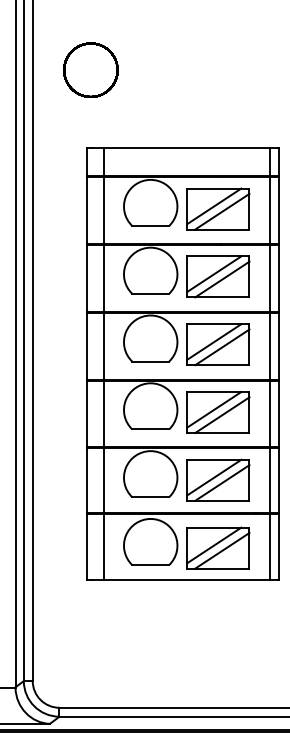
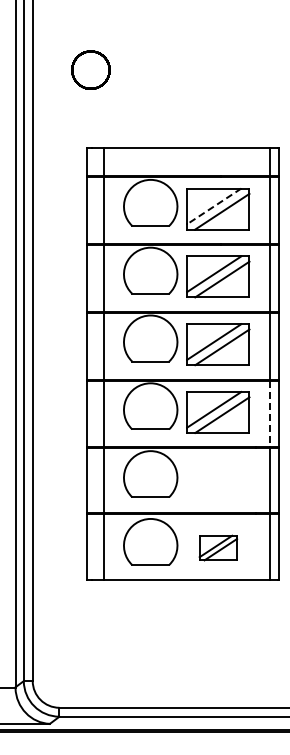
circle at (90, 69) size: 56x56 px -> 40x40 px
line at (213, 206): solid -> dashed
line at (269, 414): solid -> dashed
part at (218, 479): present -> none
part at (218, 547) size: 65x44 px -> 41x28 px
